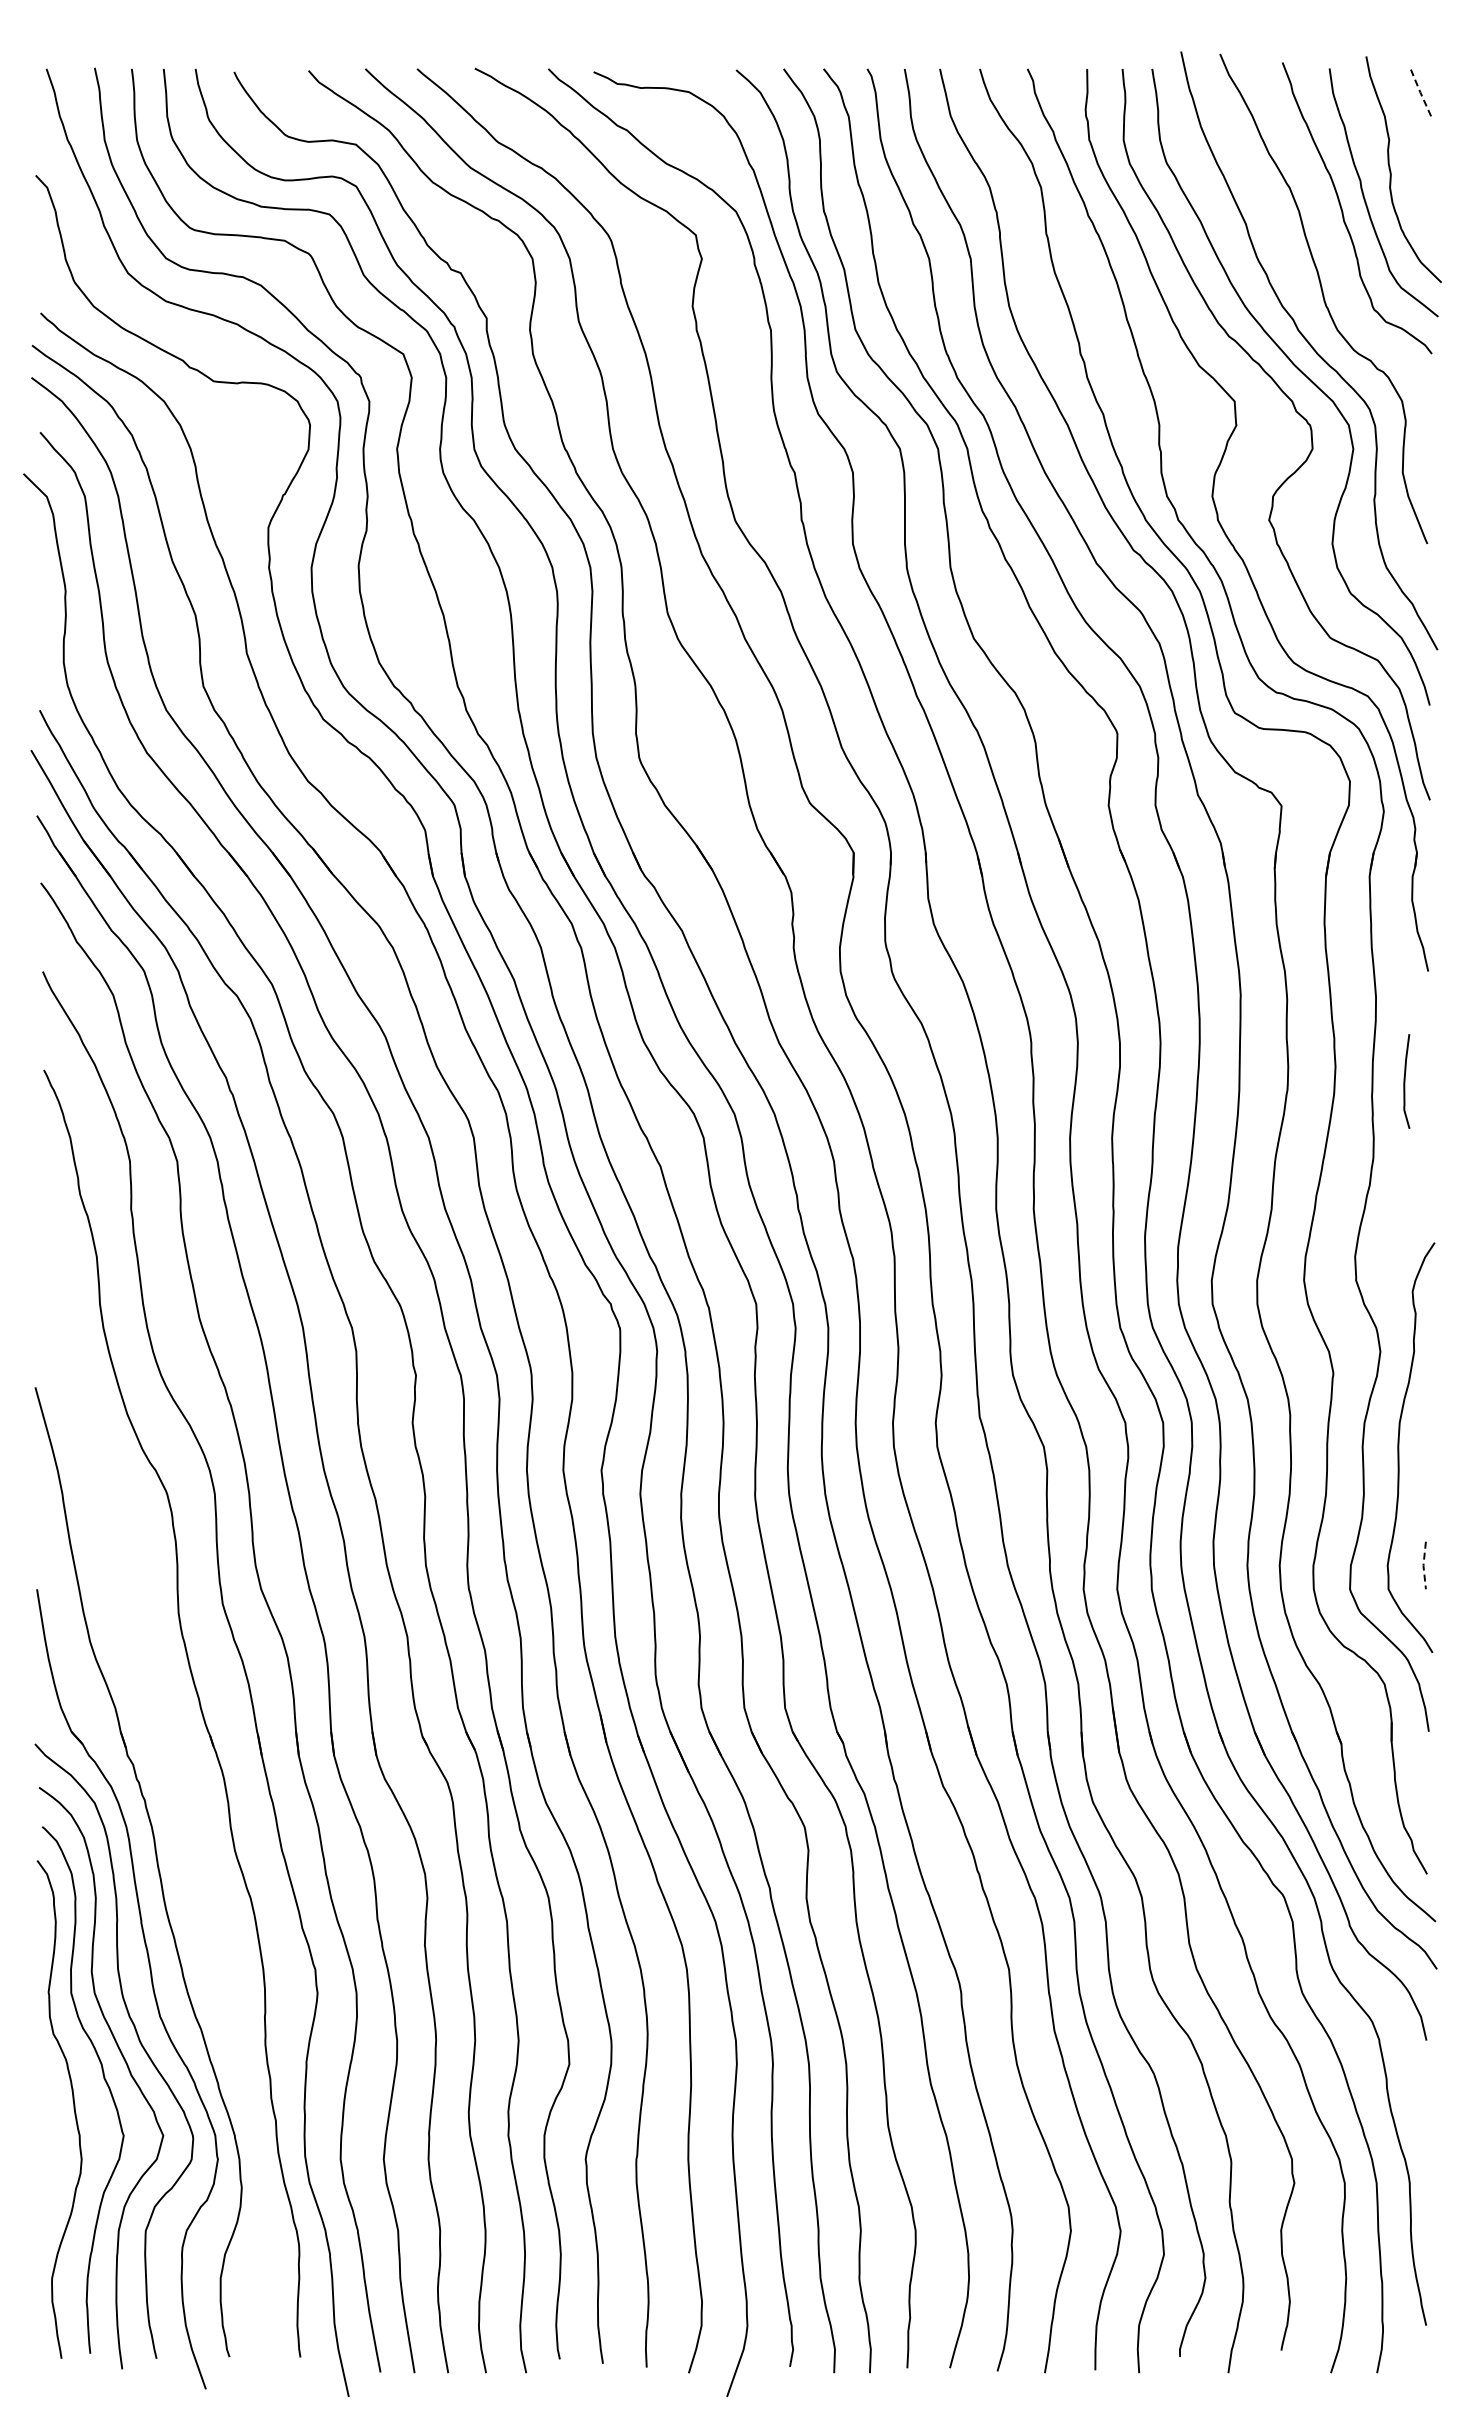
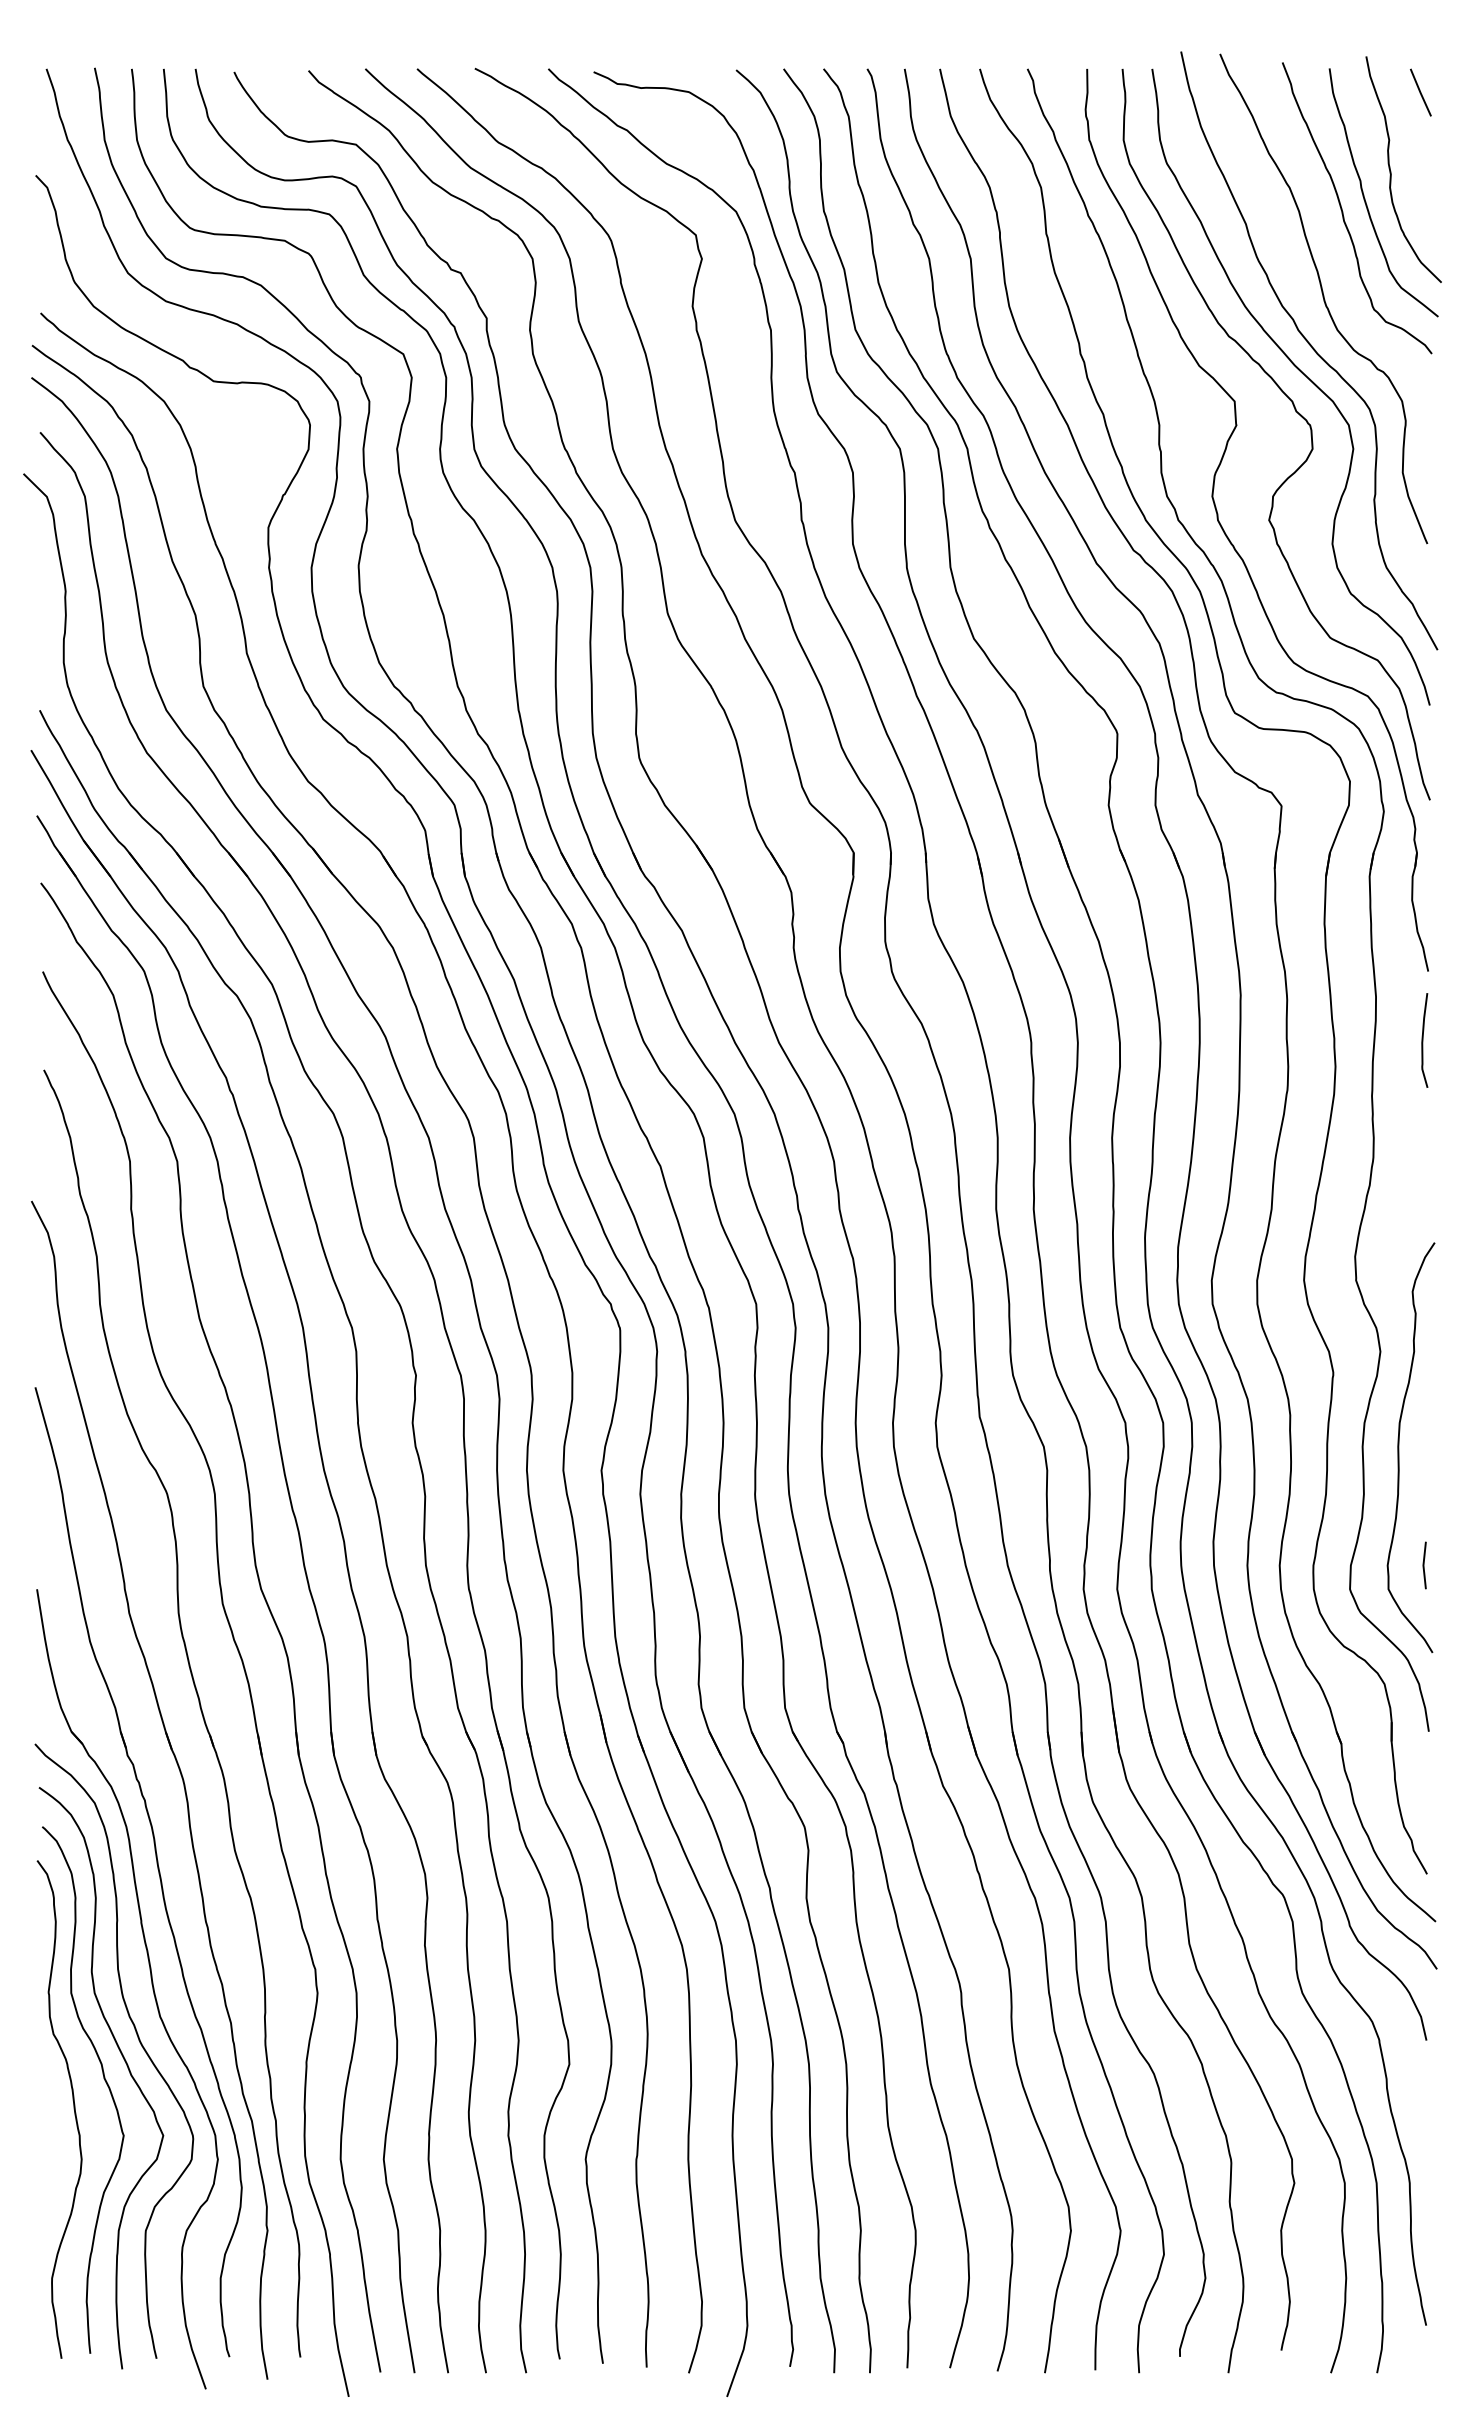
line at (1420, 92): dashed -> solid
curve at (1405, 1081) position: (1405, 1081) -> (1423, 1040)
line at (1423, 1565): dashed -> solid
part at (182, 1782): none -> present
